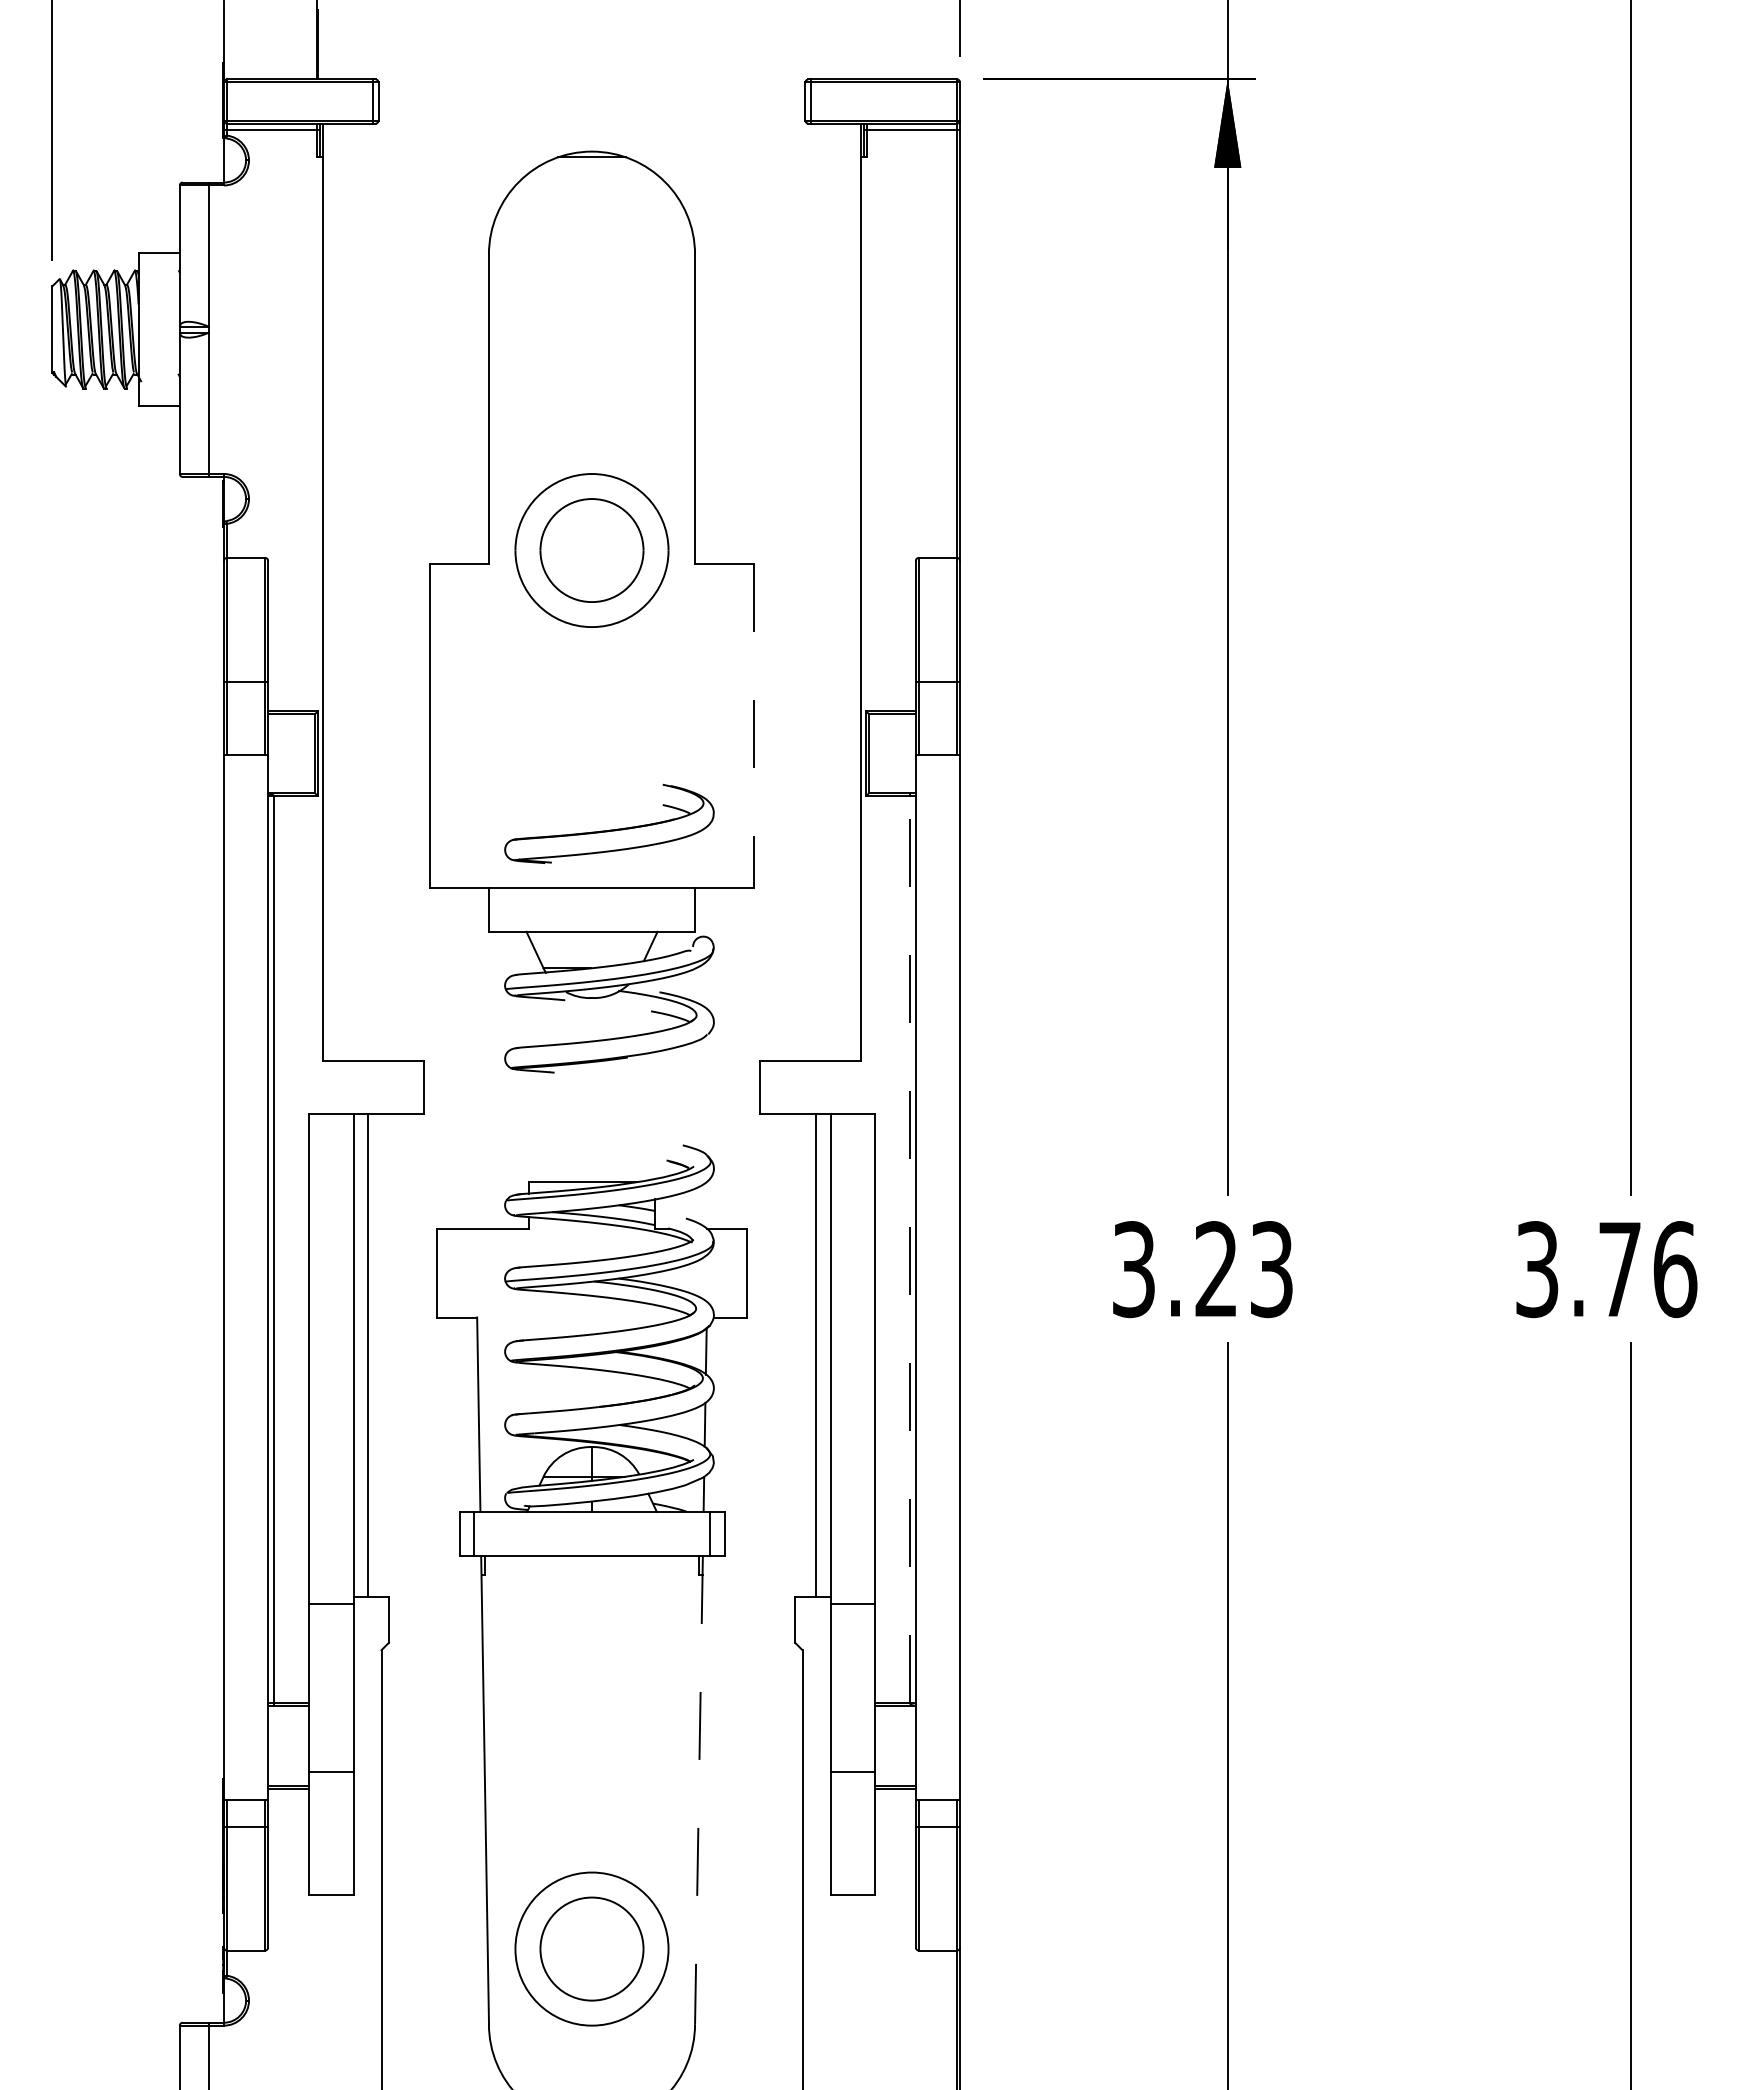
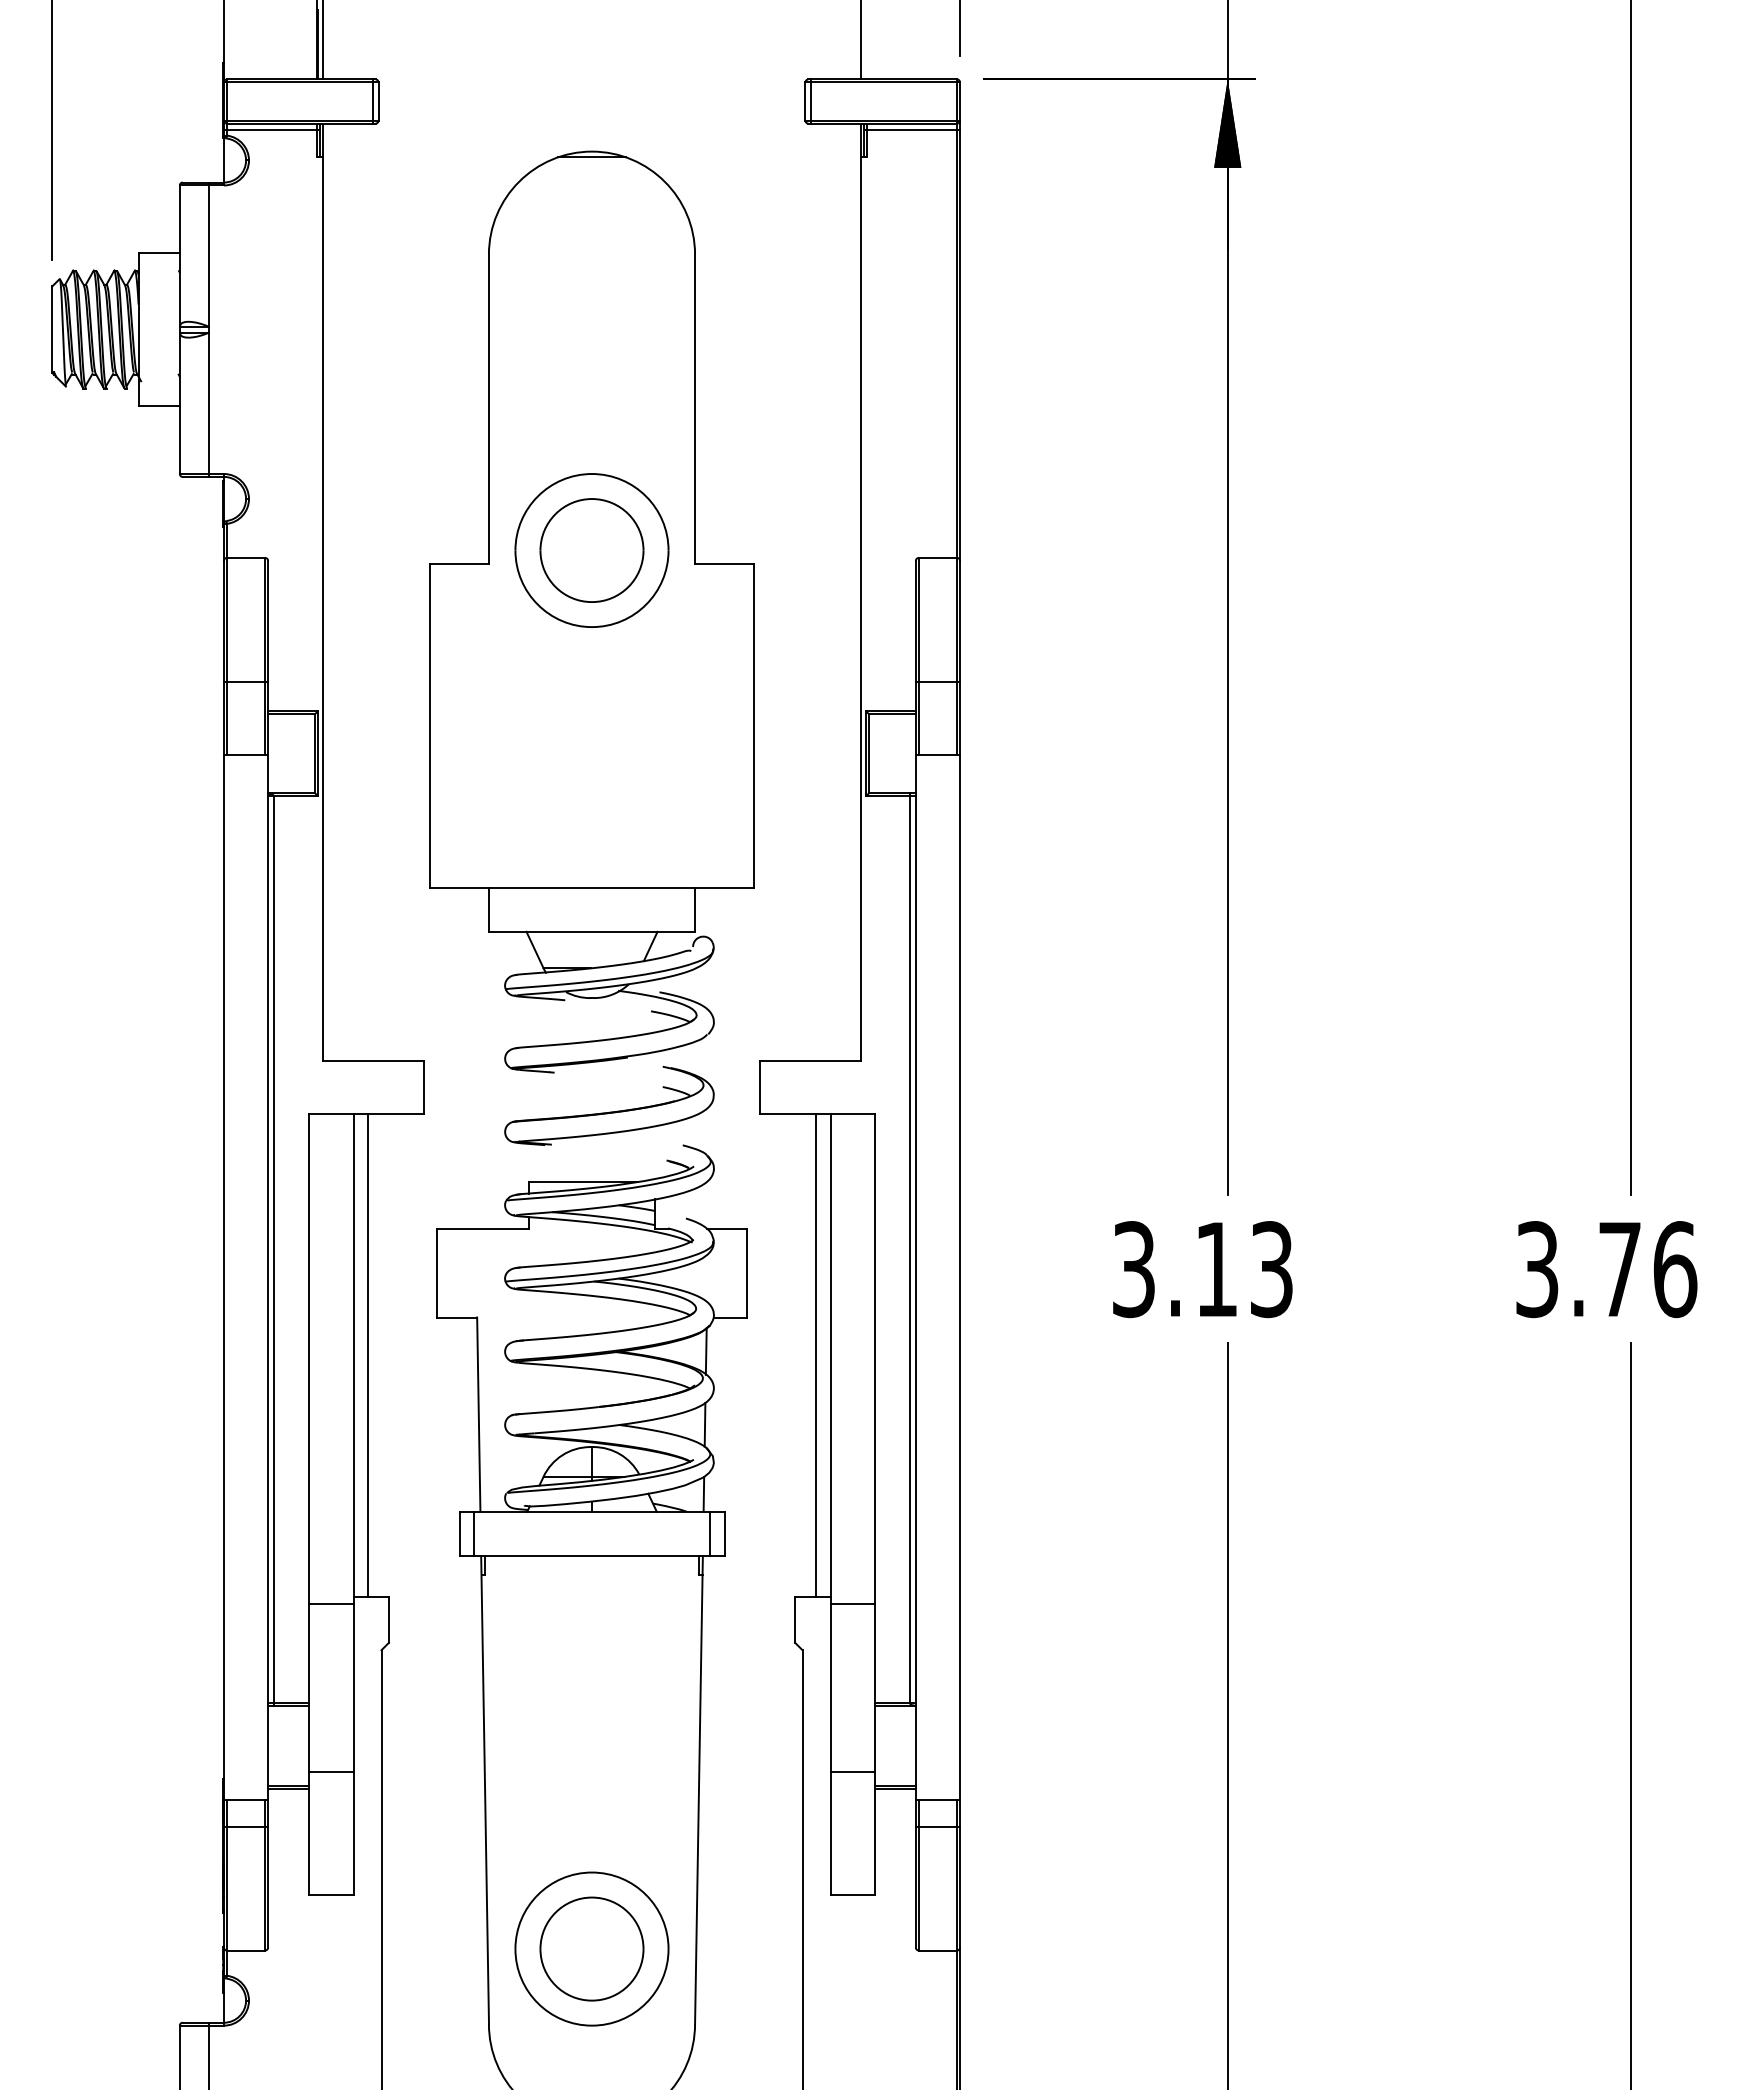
line at (322, 40): none -> present
line at (861, 40): none -> present
line at (753, 725): dashed -> solid
part at (609, 823) position: (609, 823) -> (609, 1105)
line at (910, 1249): dashed -> solid
text at (1215, 1268): 3.23 -> 3.13
line at (698, 1790): dashed -> solid
